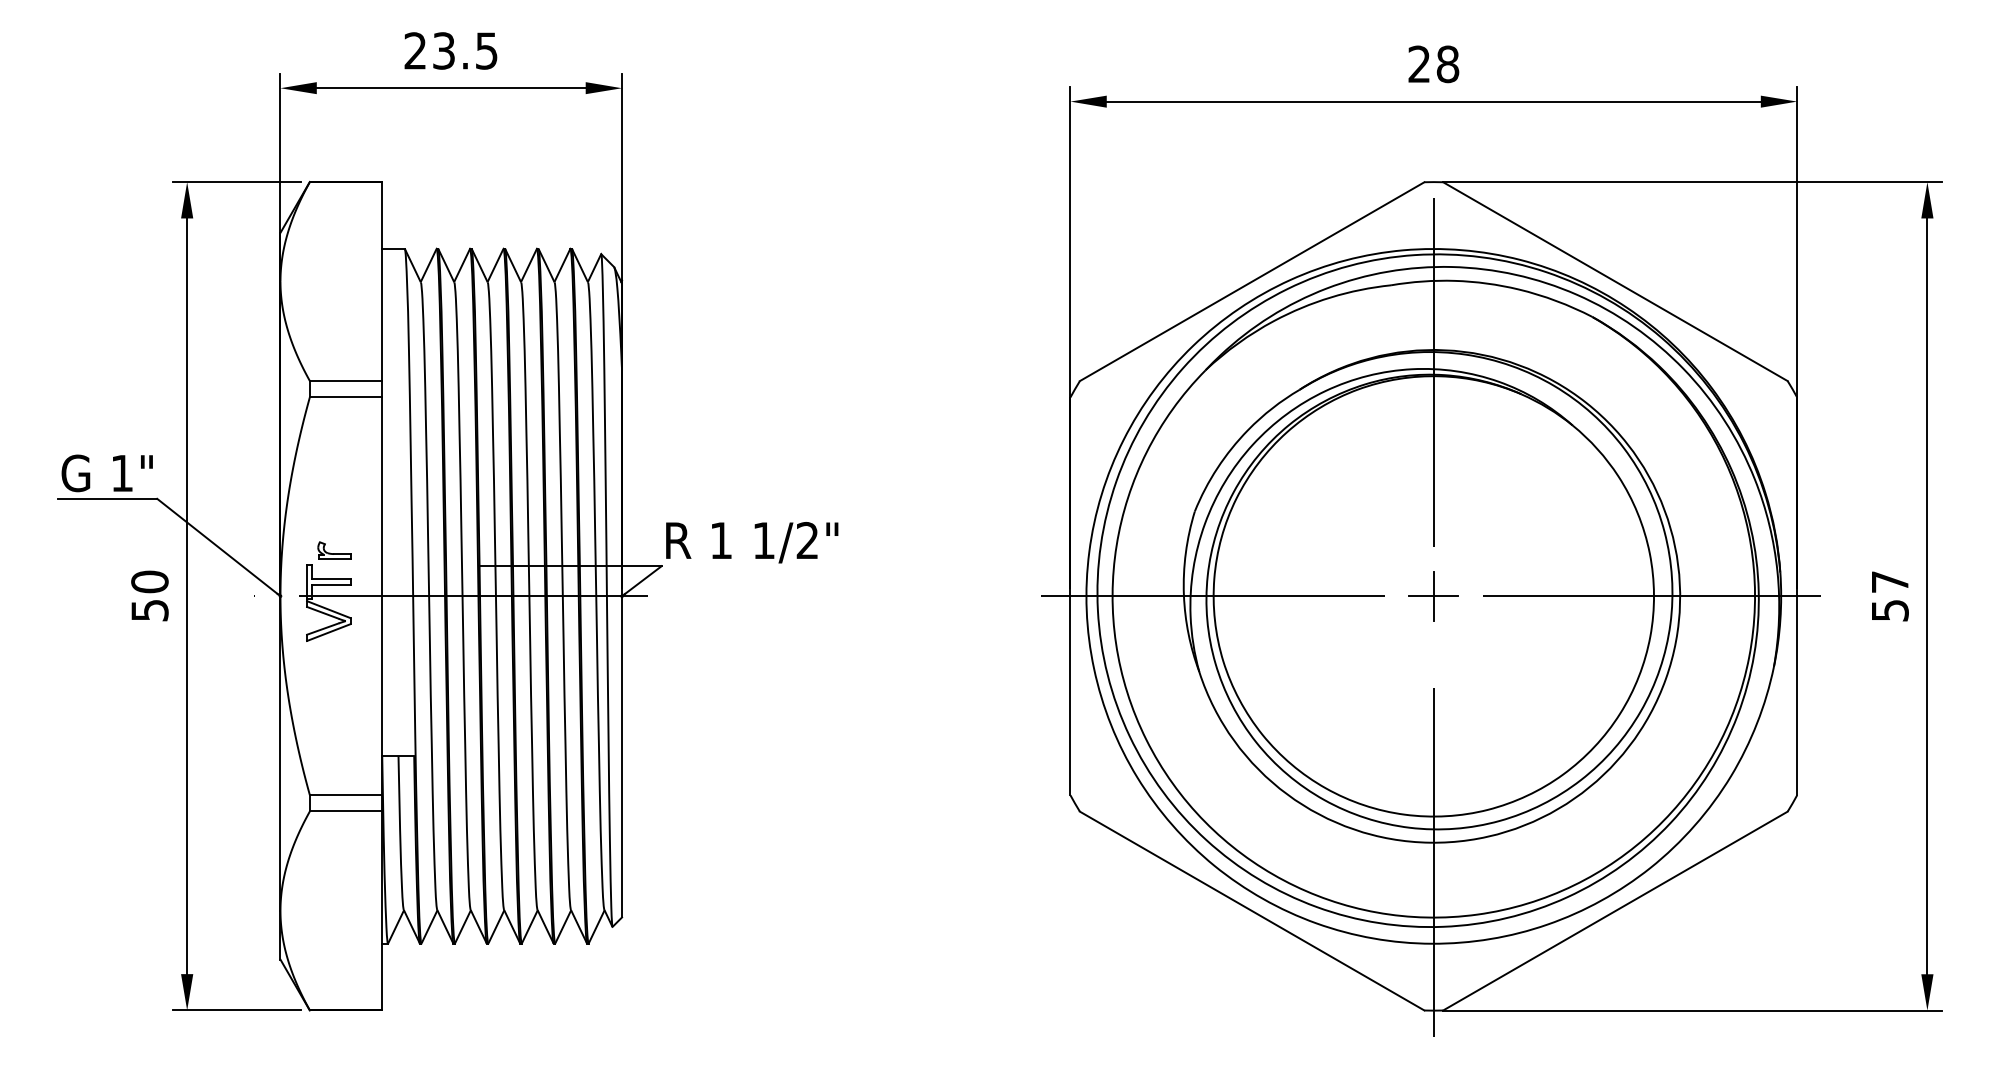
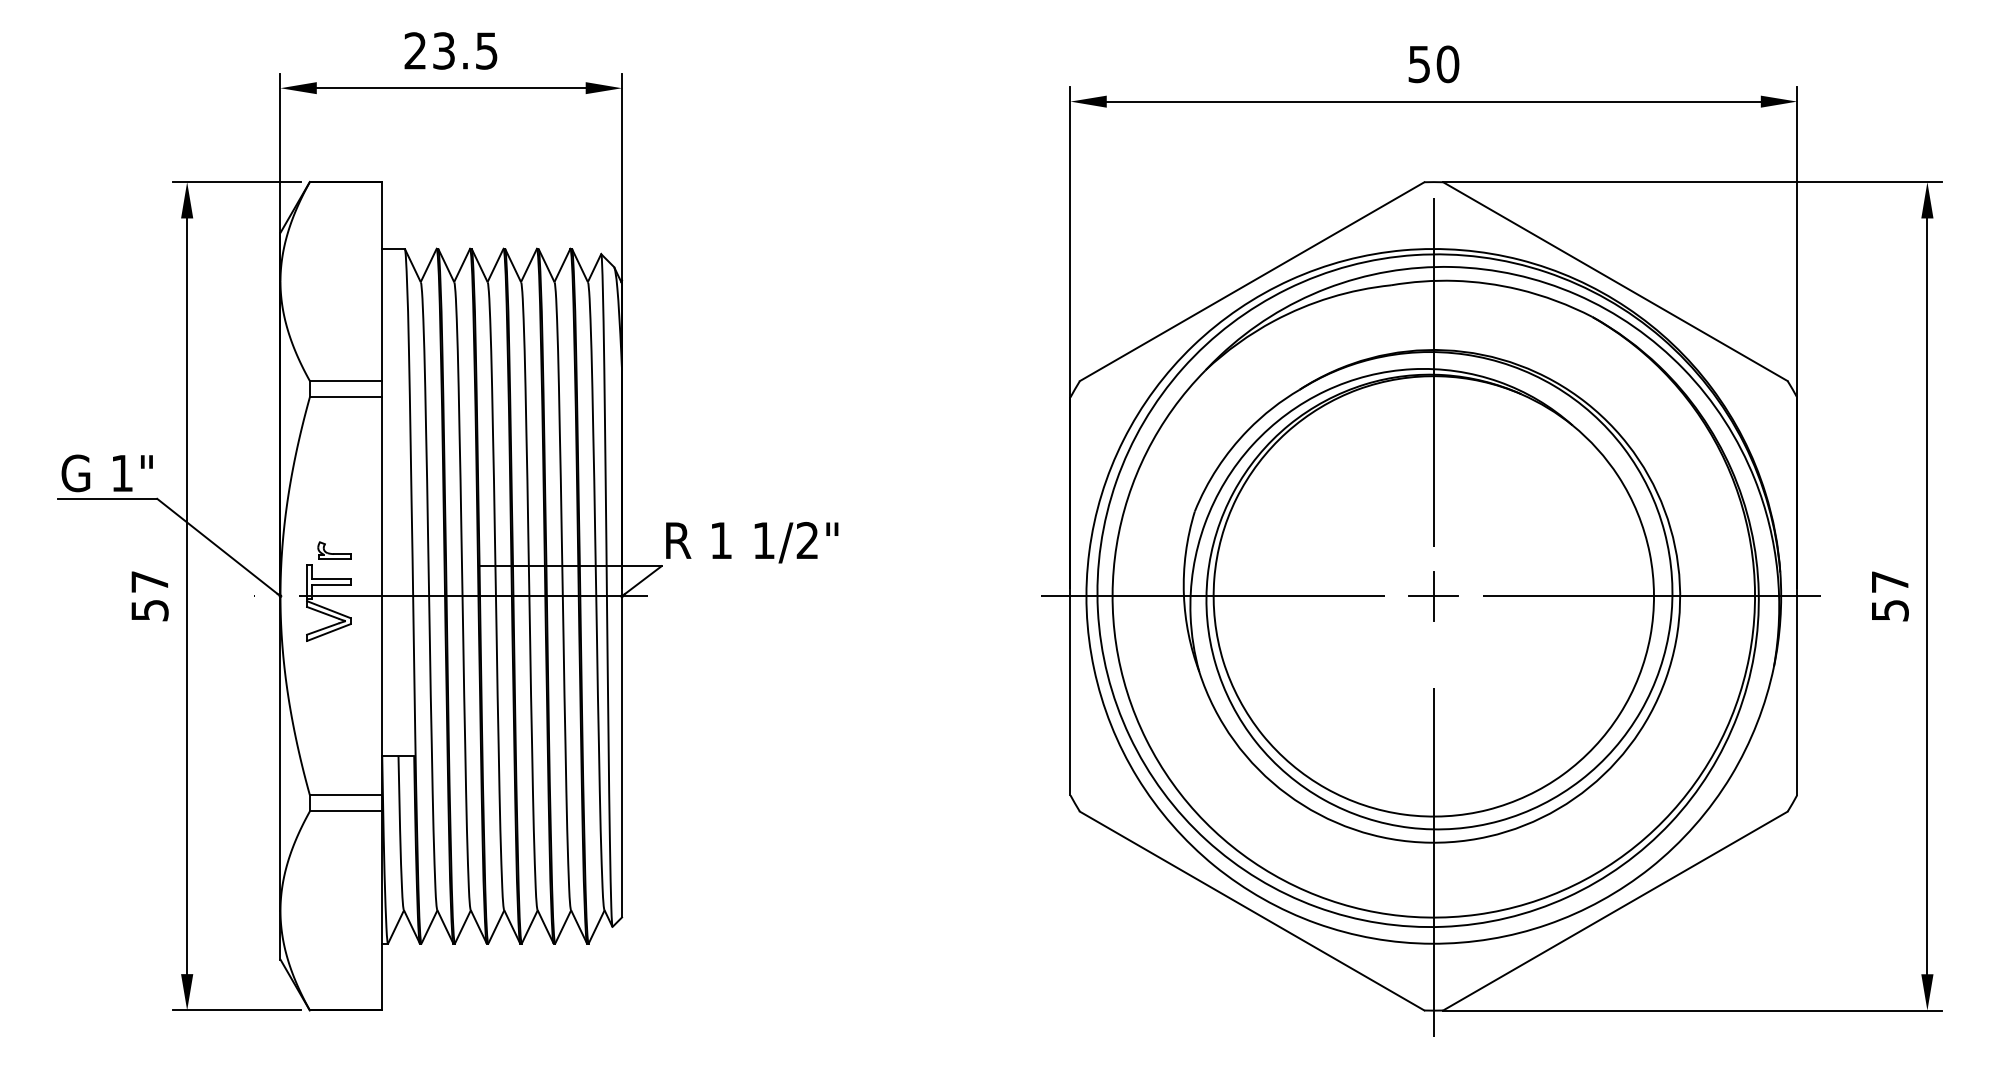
text at (1433, 64): 28 -> 50
text at (149, 581): 50 -> 57
